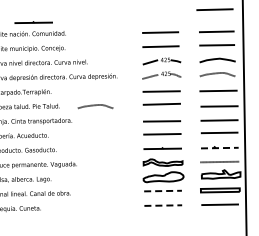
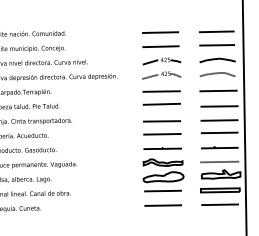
line at (214, 9): present -> none
line at (33, 22): present -> none
curve at (95, 106): present -> none
line at (219, 148): dashed -> solid
line at (163, 191): dashed -> solid
line at (163, 205): dashed -> solid
